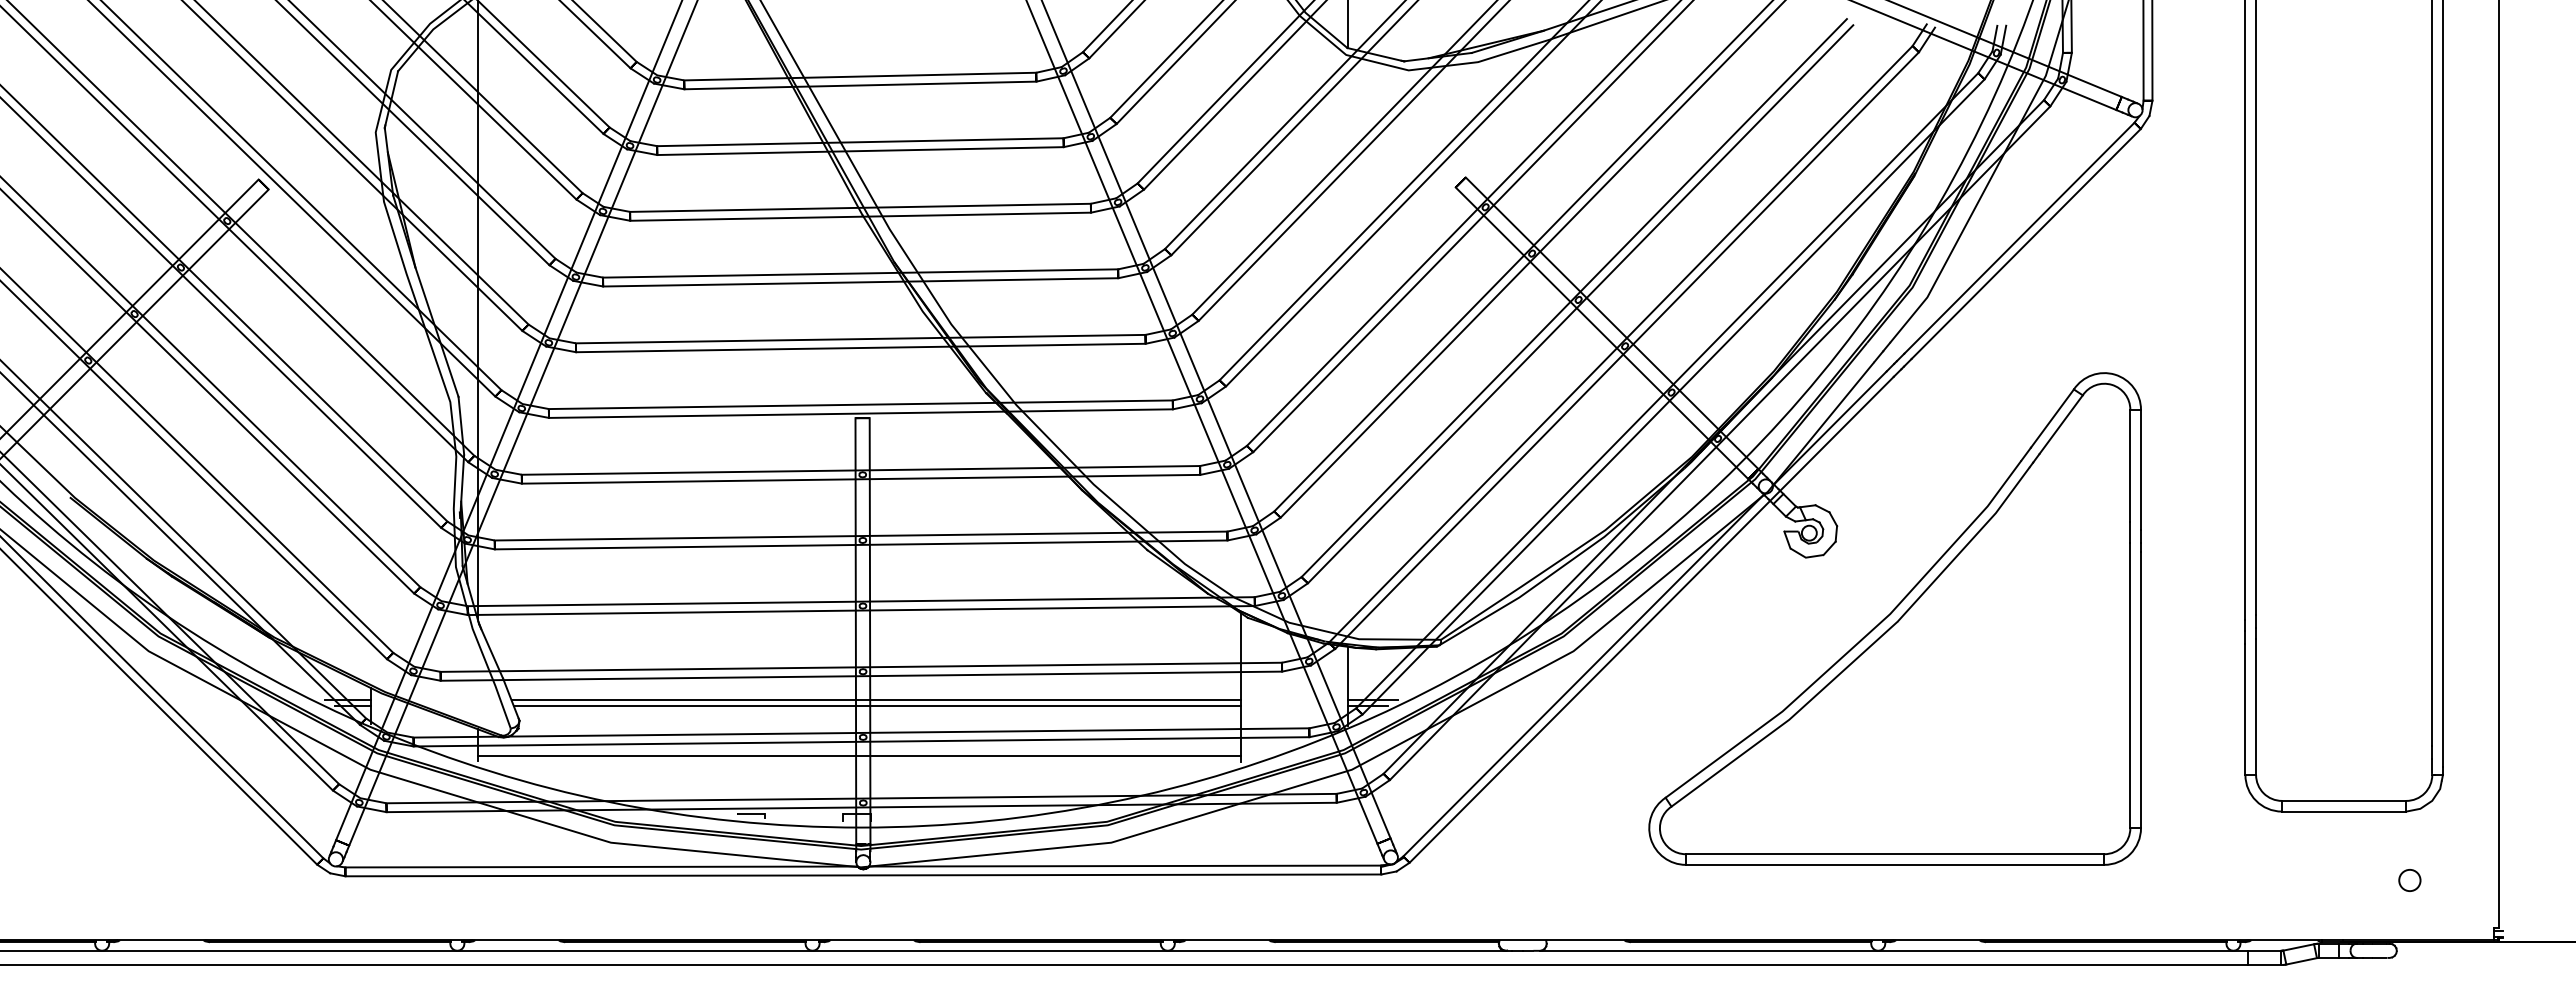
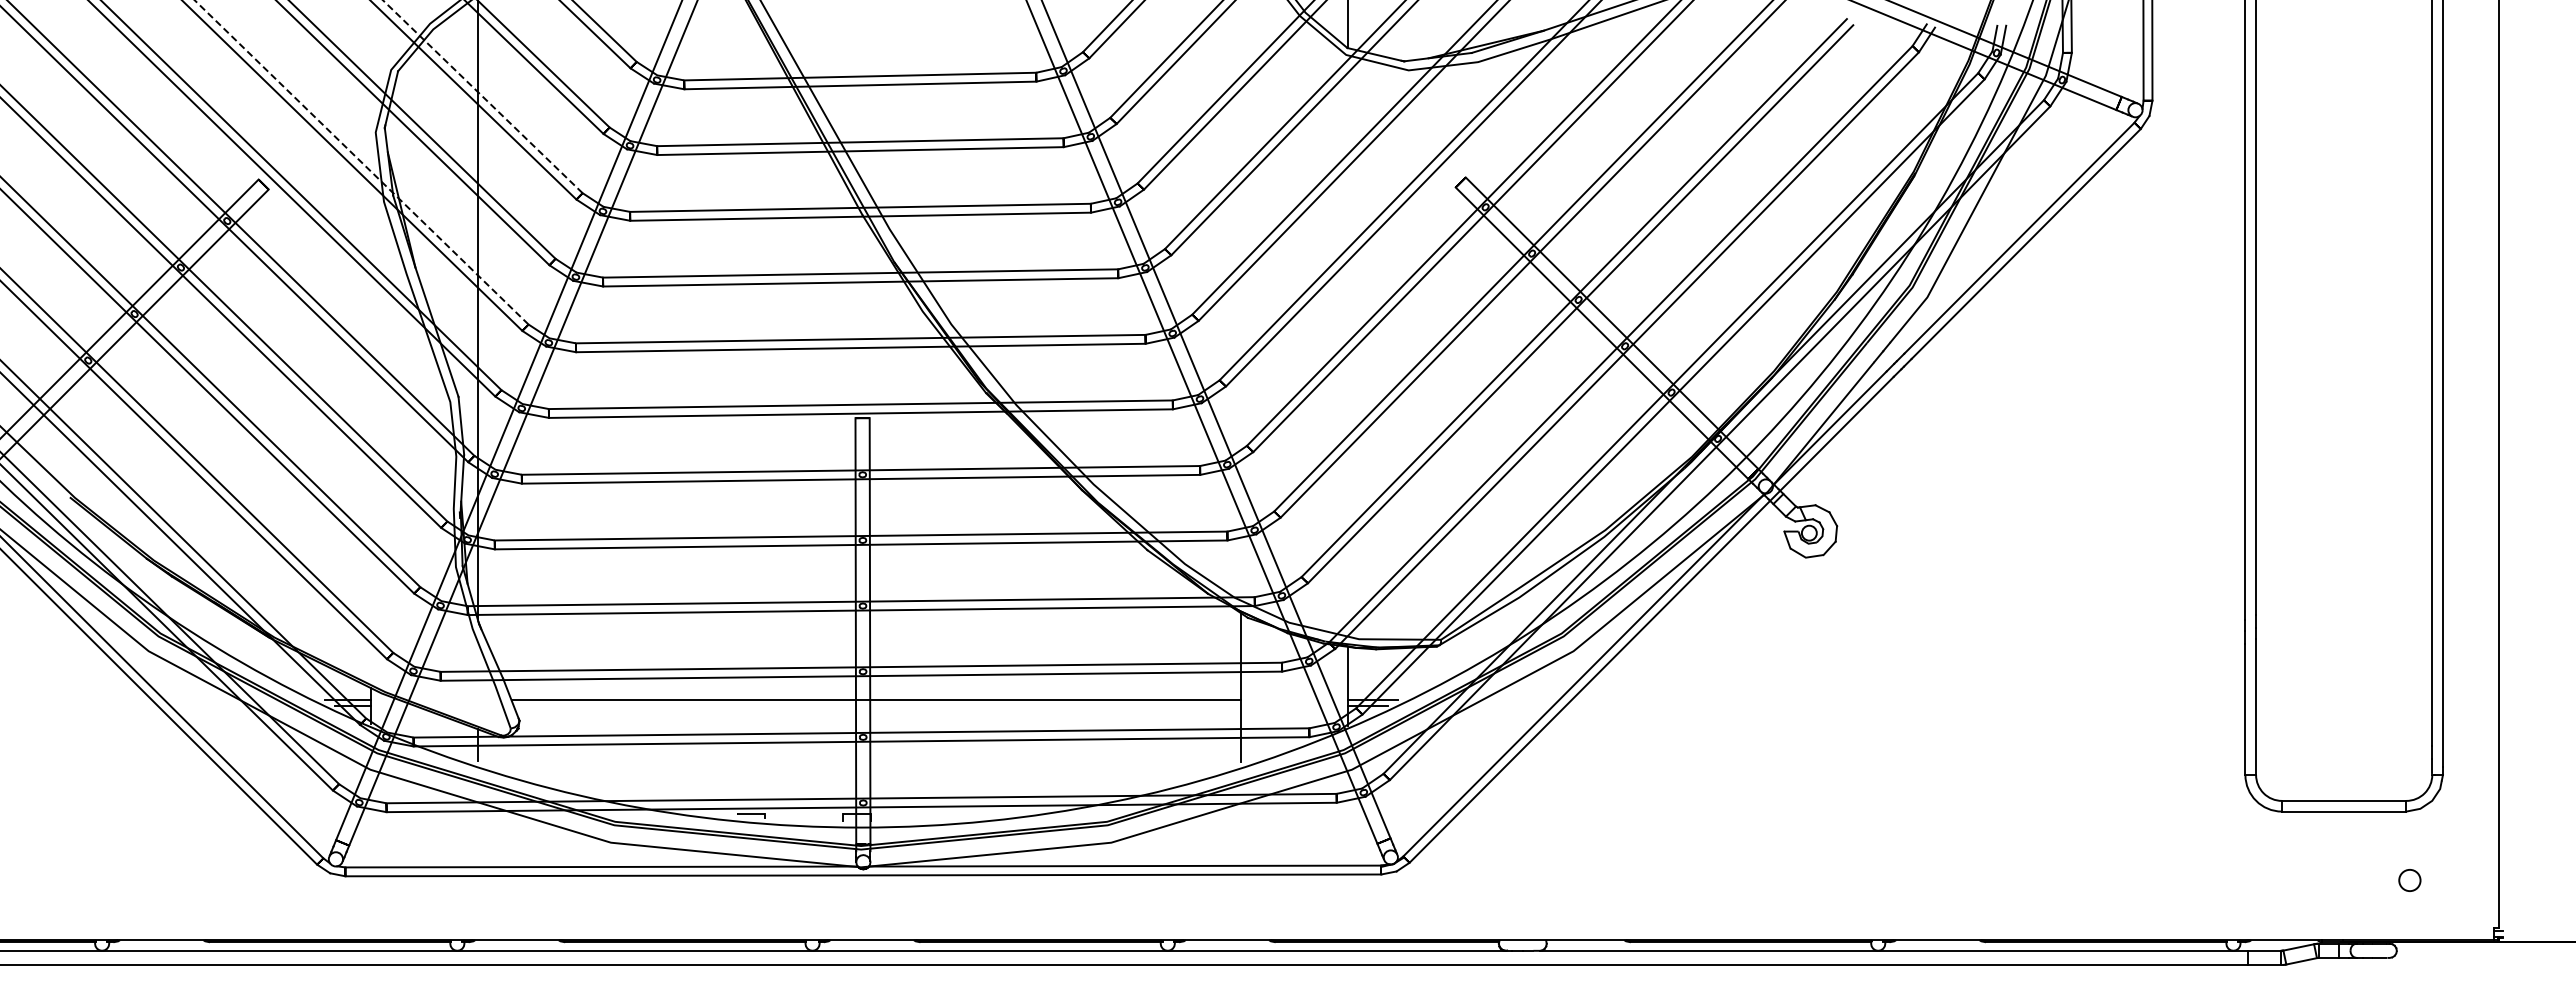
line at (482, 96): solid -> dashed
line at (361, 162): solid -> dashed
part at (1894, 618): present -> none
line at (877, 705): present -> none
line at (859, 755): present -> none
